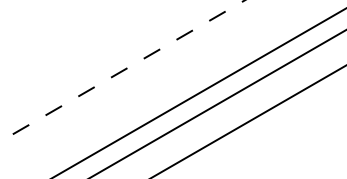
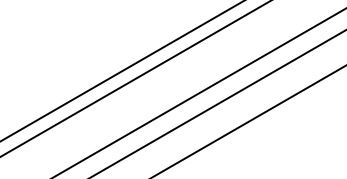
line at (122, 70): dashed -> solid
line at (135, 78): none -> present
